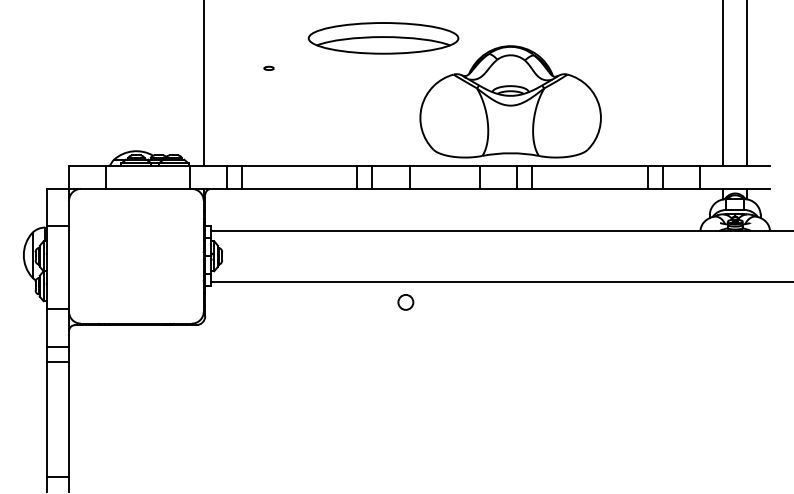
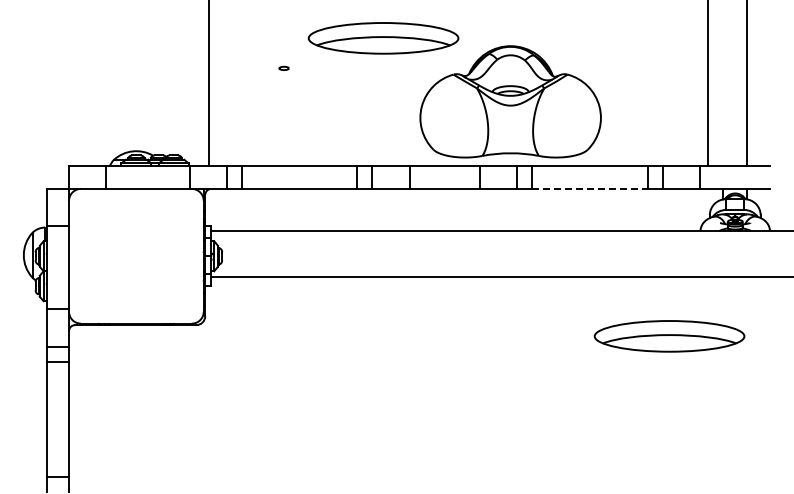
part at (268, 67) position: (268, 67) -> (283, 67)
line at (203, 84) position: (203, 84) -> (208, 84)
line at (723, 84) position: (723, 84) -> (708, 84)
line at (590, 188): solid -> dashed
line at (500, 281) position: (500, 281) -> (500, 276)
circle at (405, 302): present -> none
part at (669, 336): none -> present
